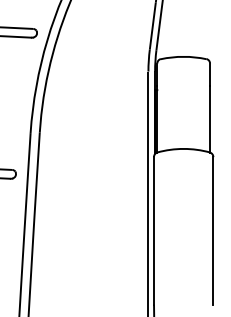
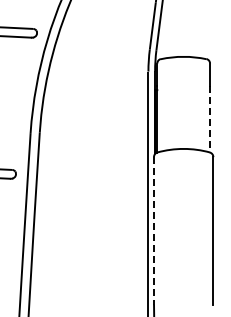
line at (210, 119): solid -> dashed
line at (154, 230): solid -> dashed
